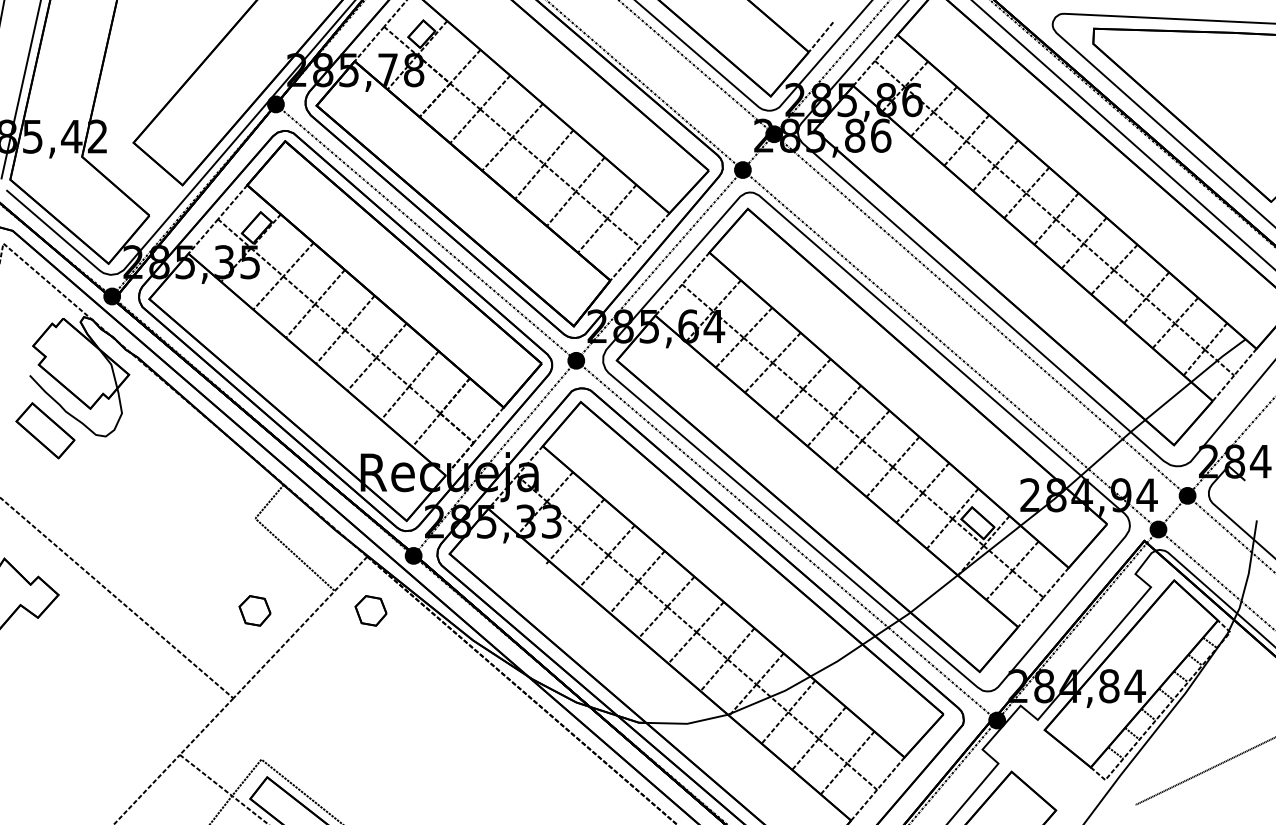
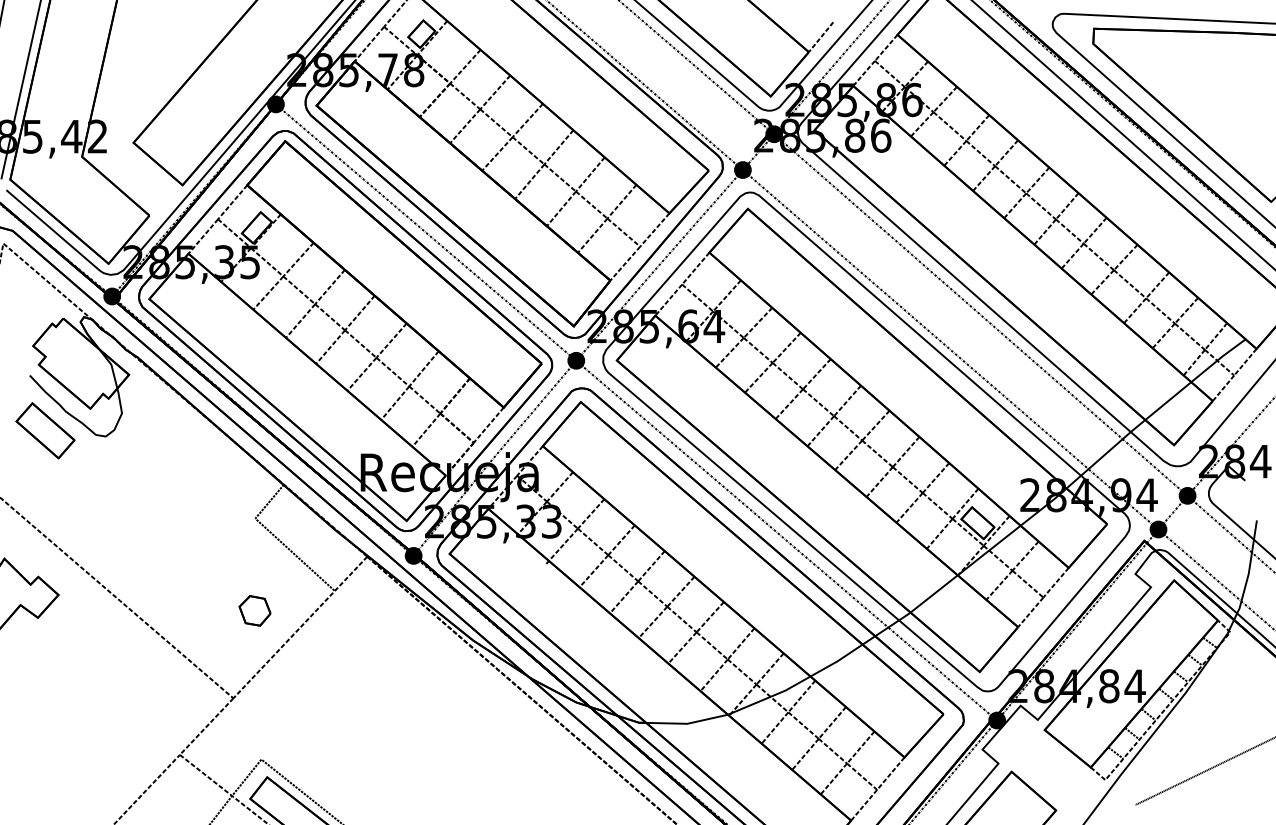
part at (370, 610): present -> none
